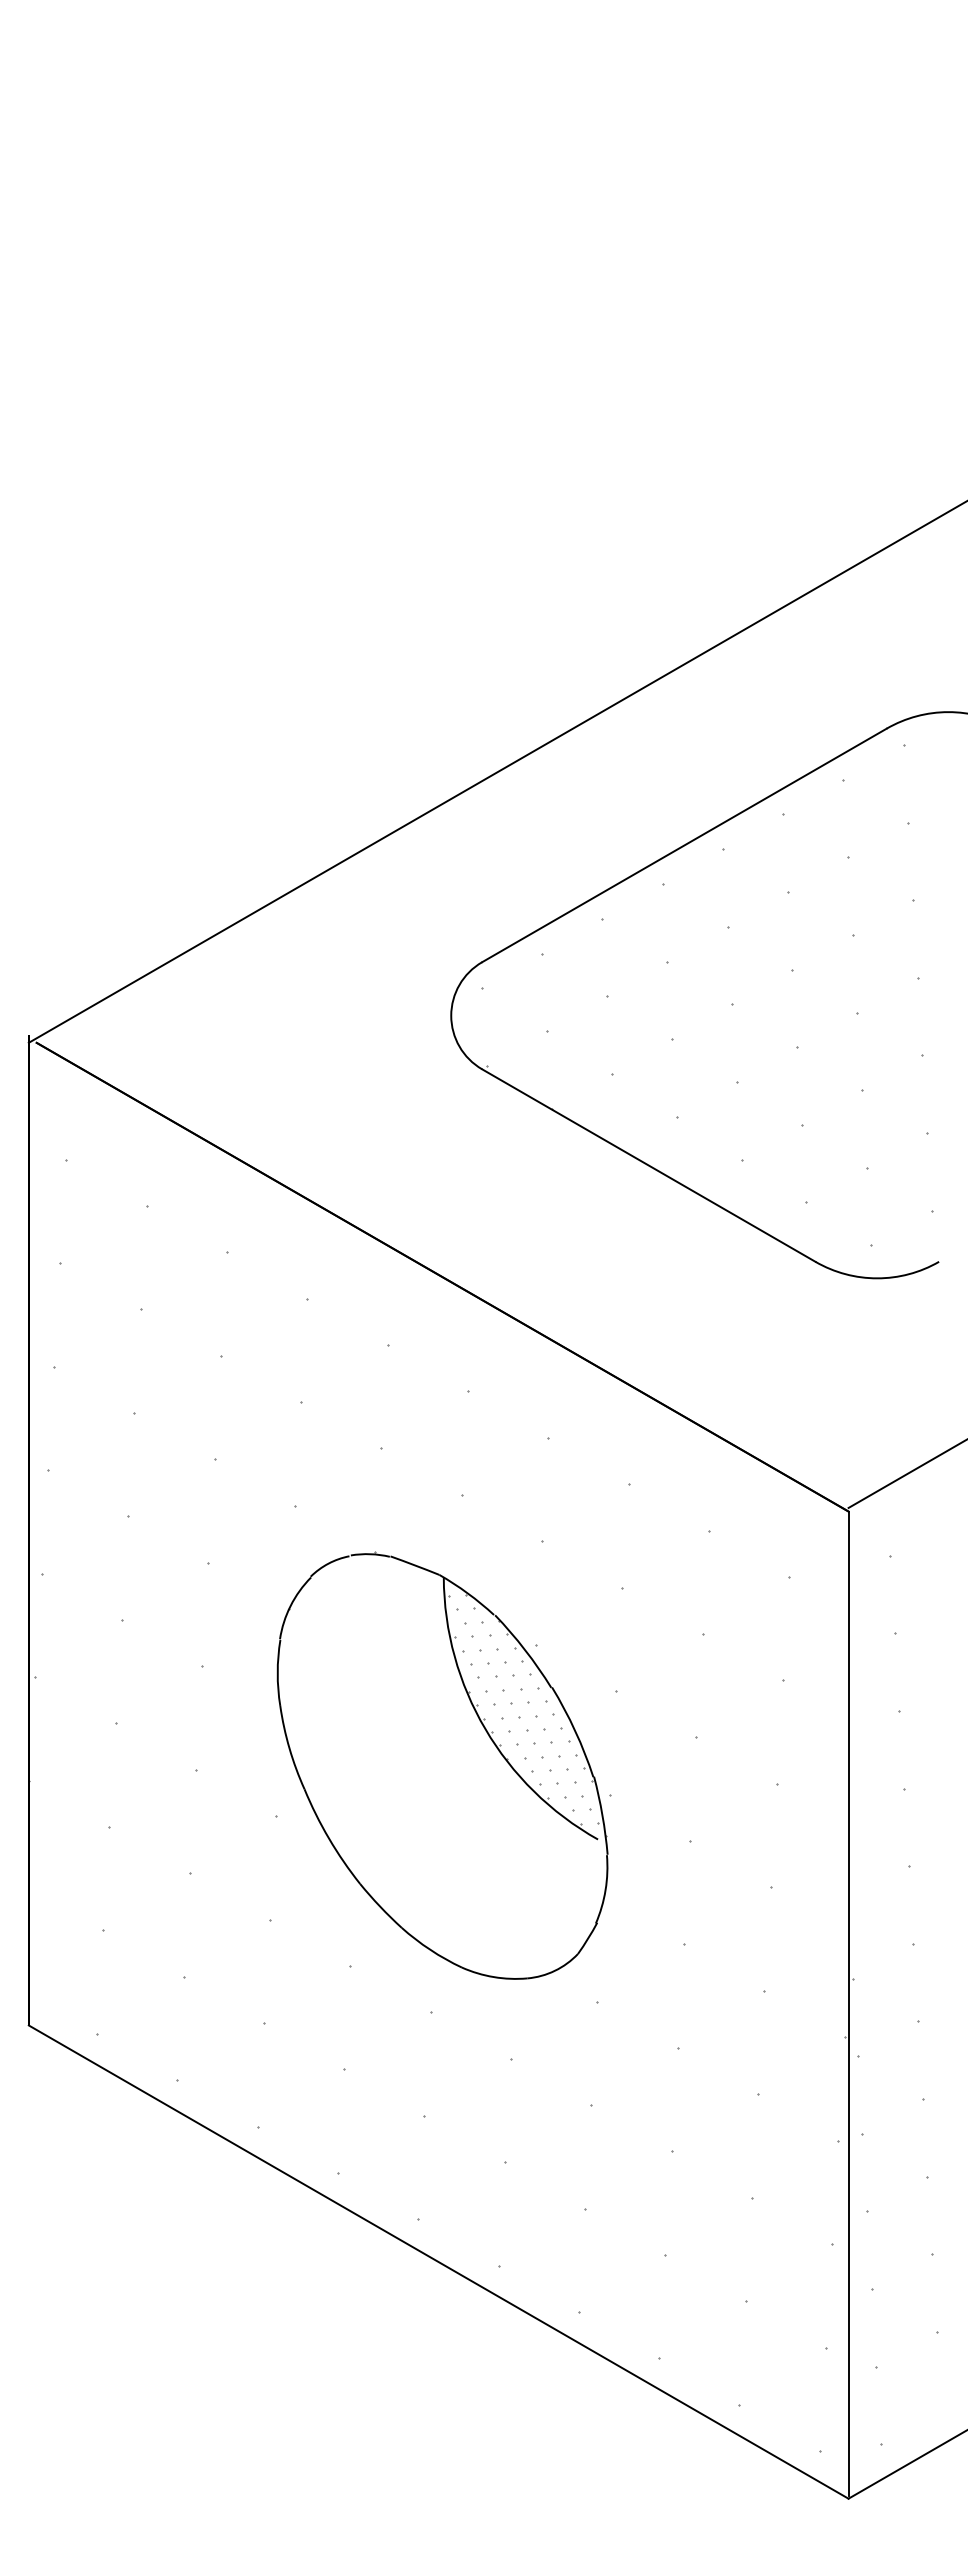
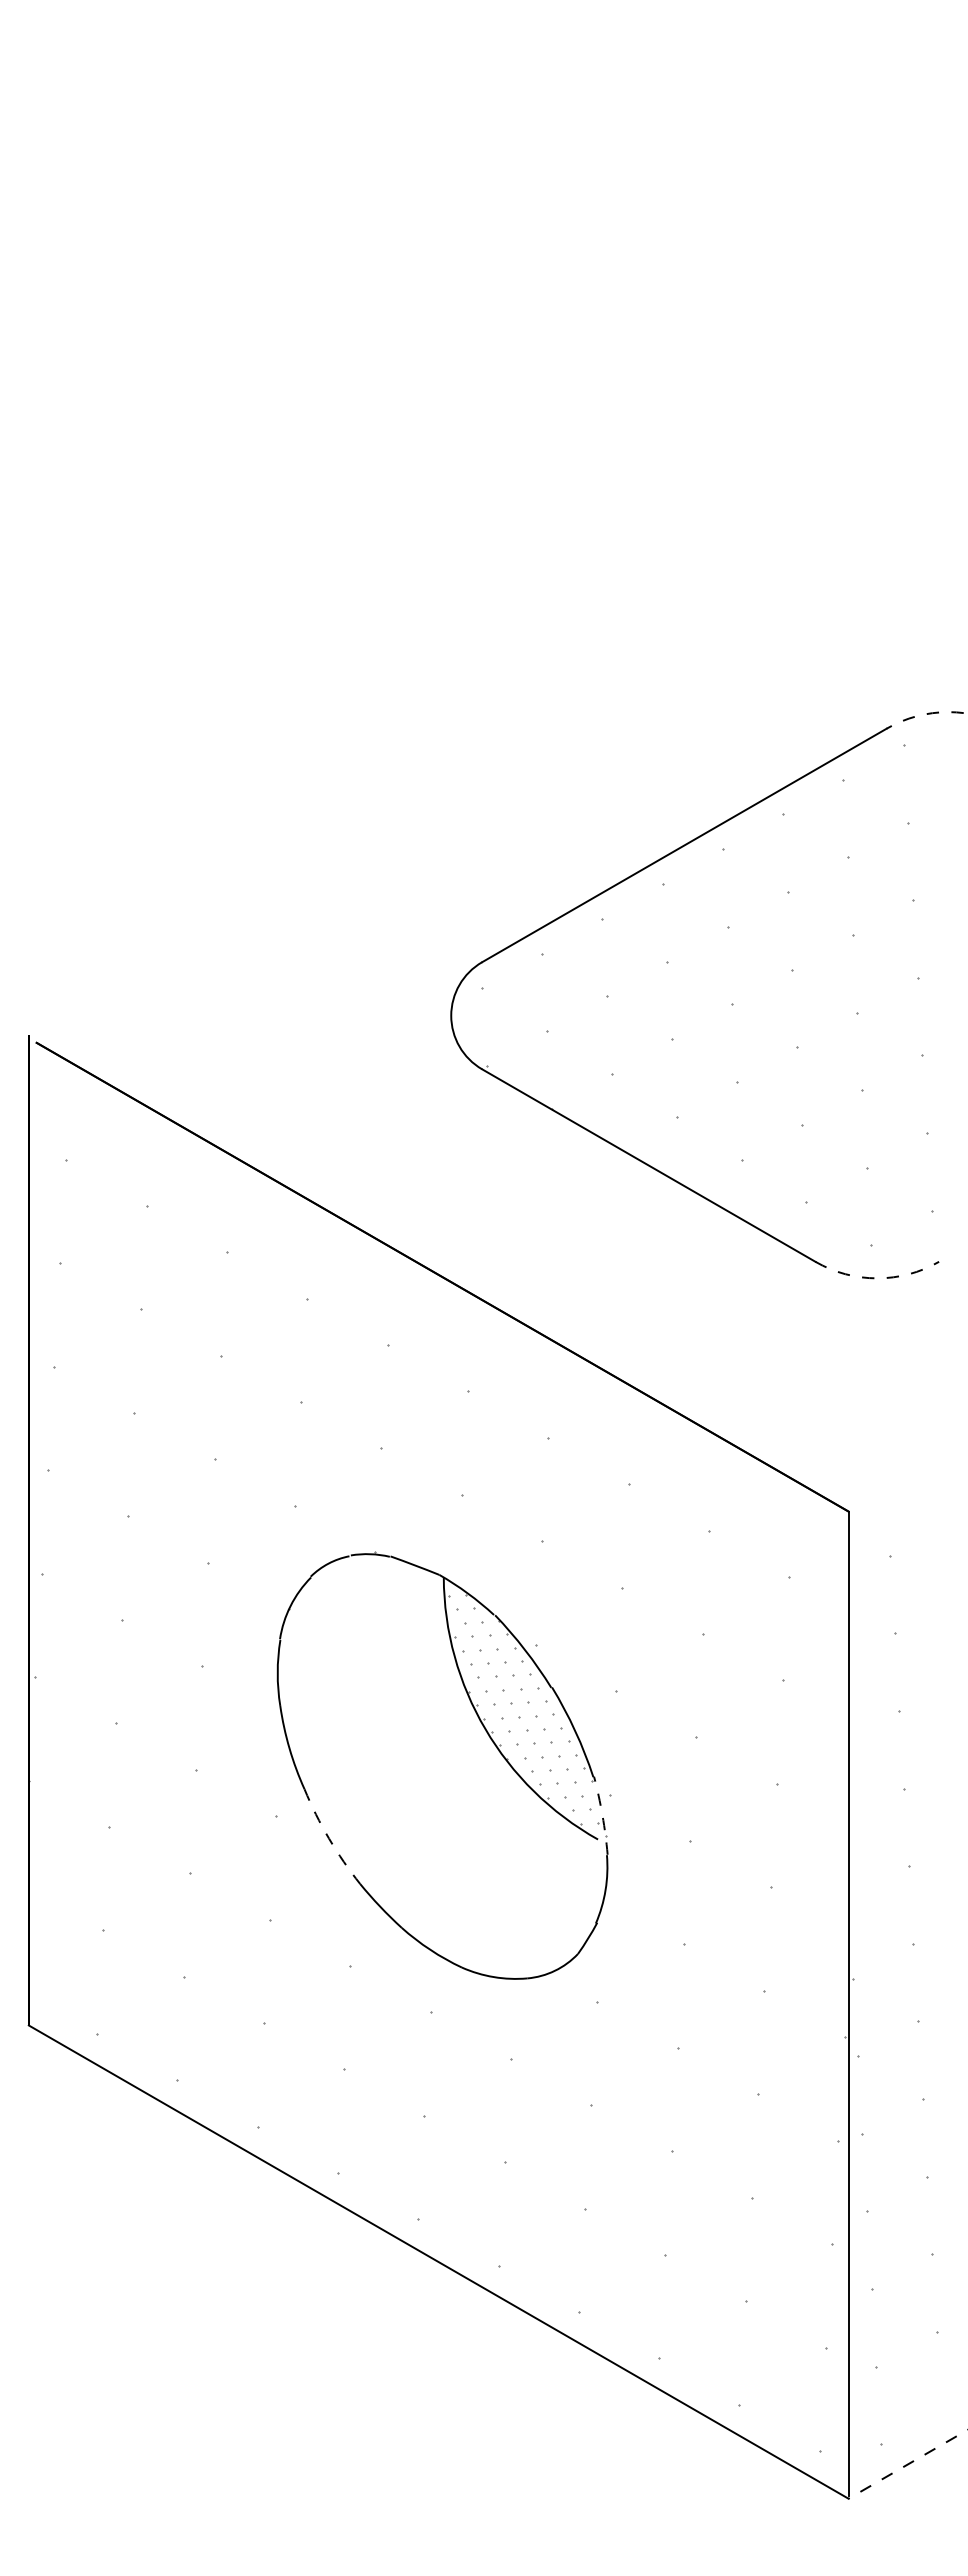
arc at (926, 714): solid -> dashed
line at (496, 772): present -> none
arc at (877, 1278): solid -> dashed
line at (906, 1473): present -> none
arc at (602, 1815): solid -> dashed
arc at (329, 1838): solid -> dashed
line at (907, 2464): solid -> dashed
